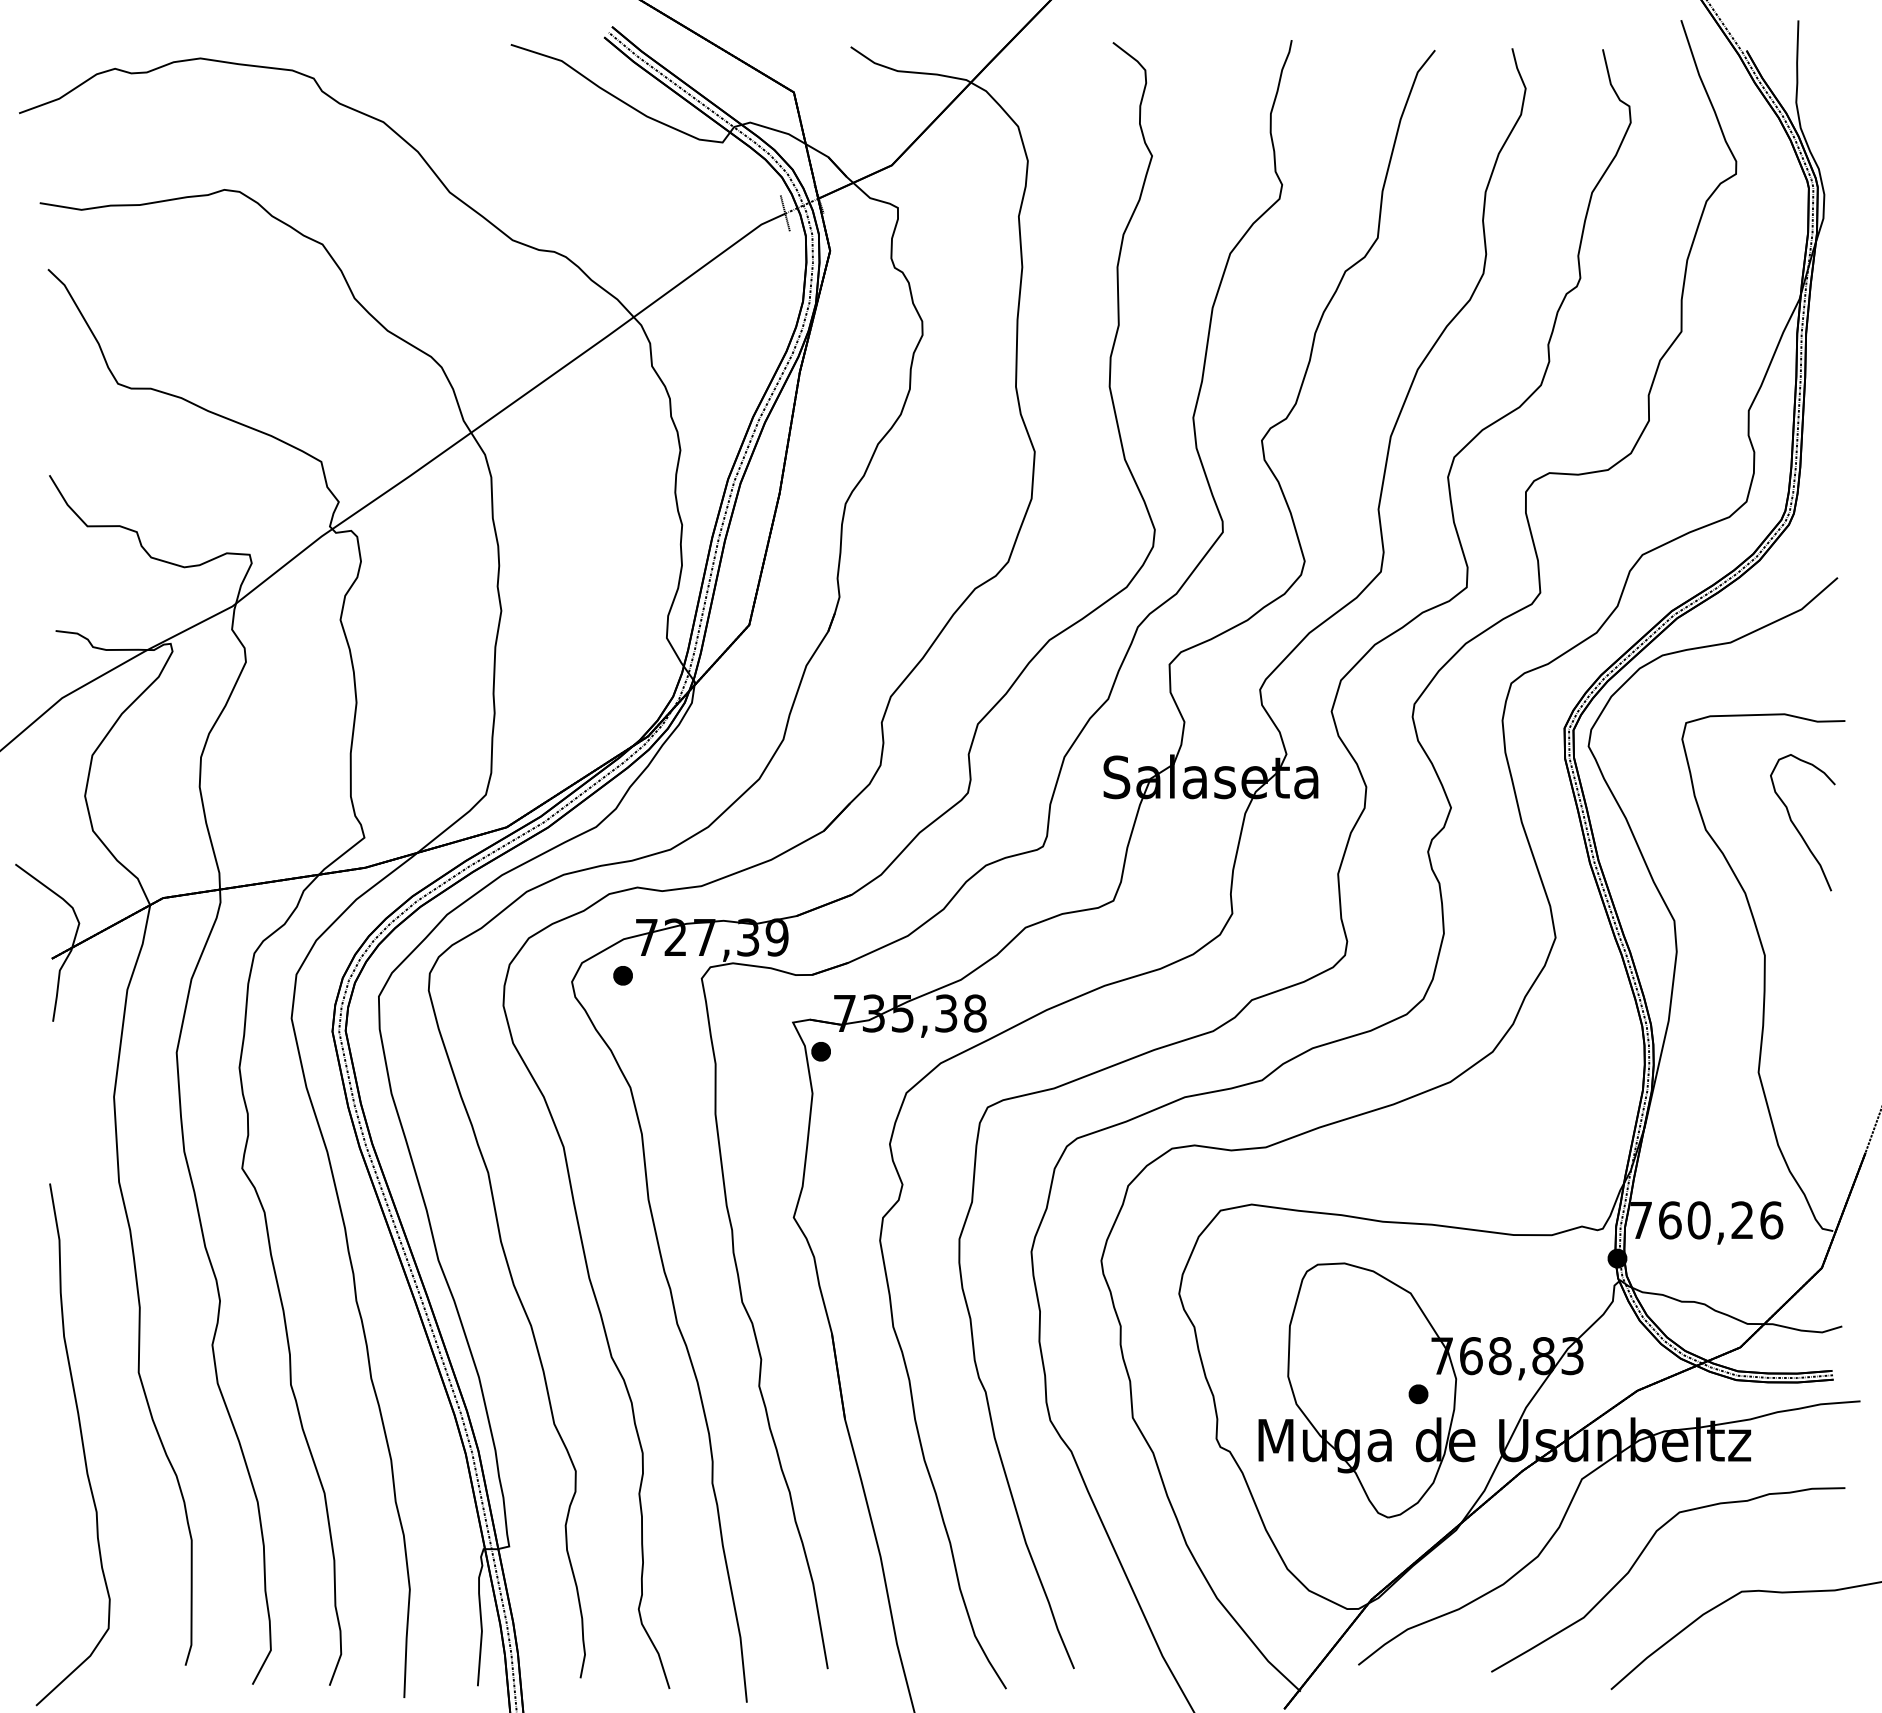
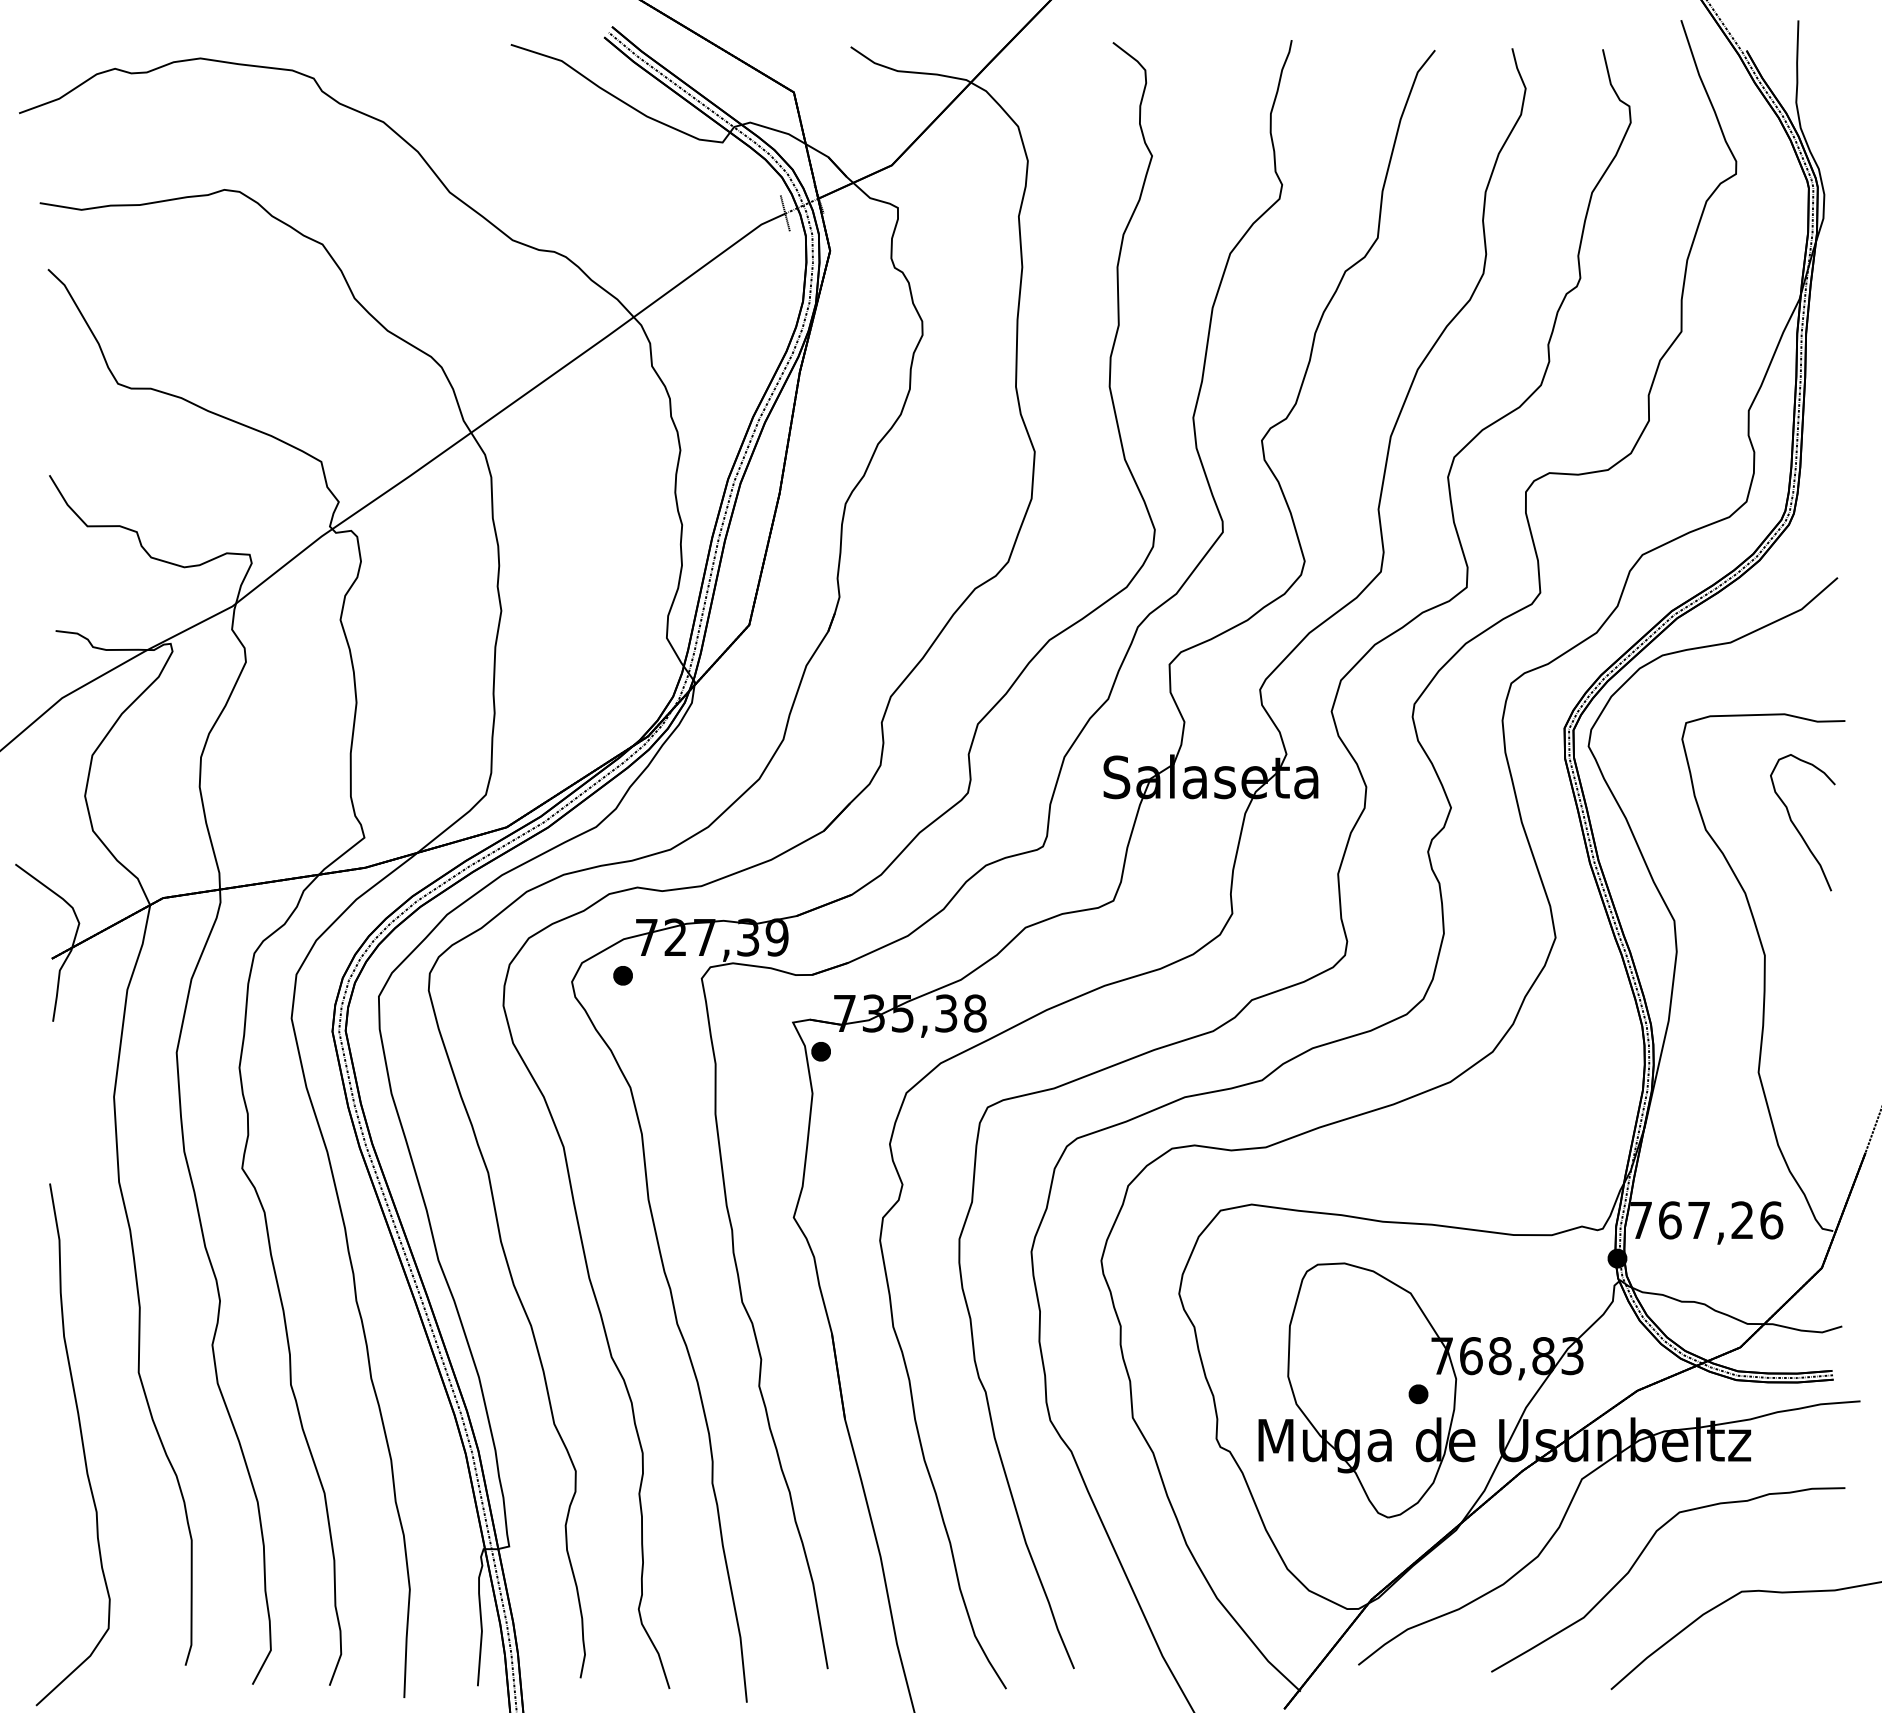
text at (1698, 1220): 760,26 -> 767,26
